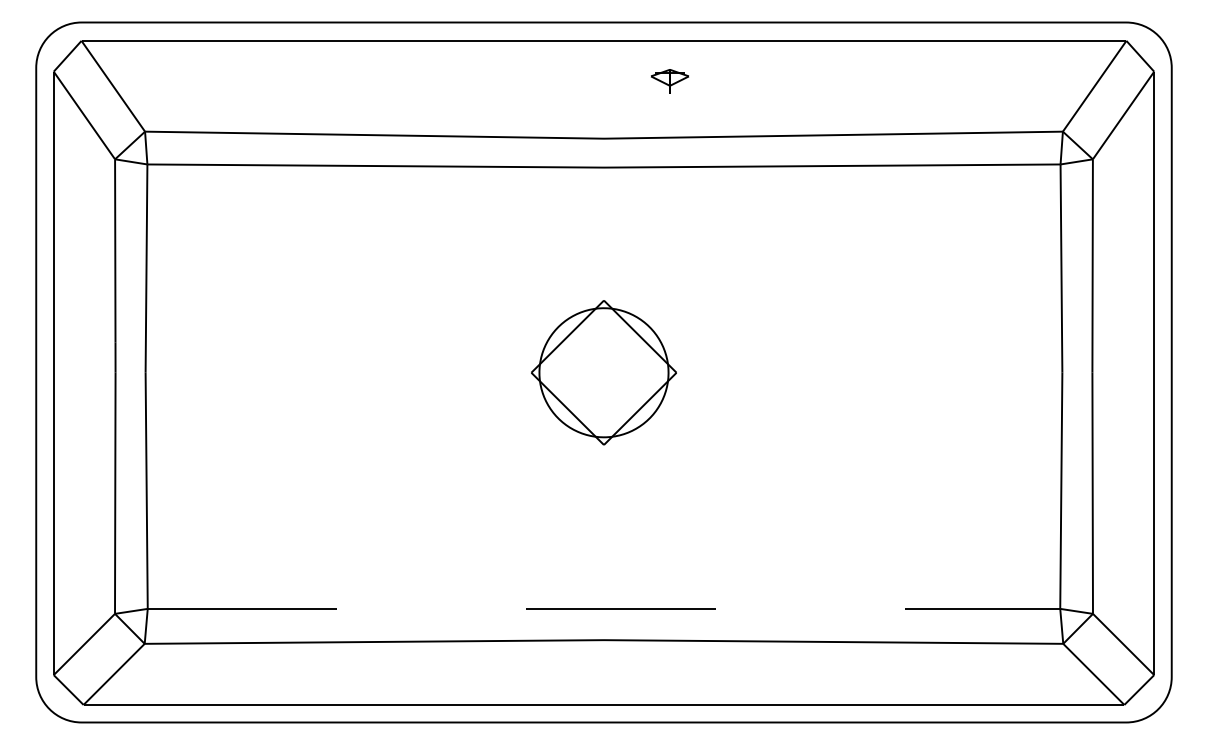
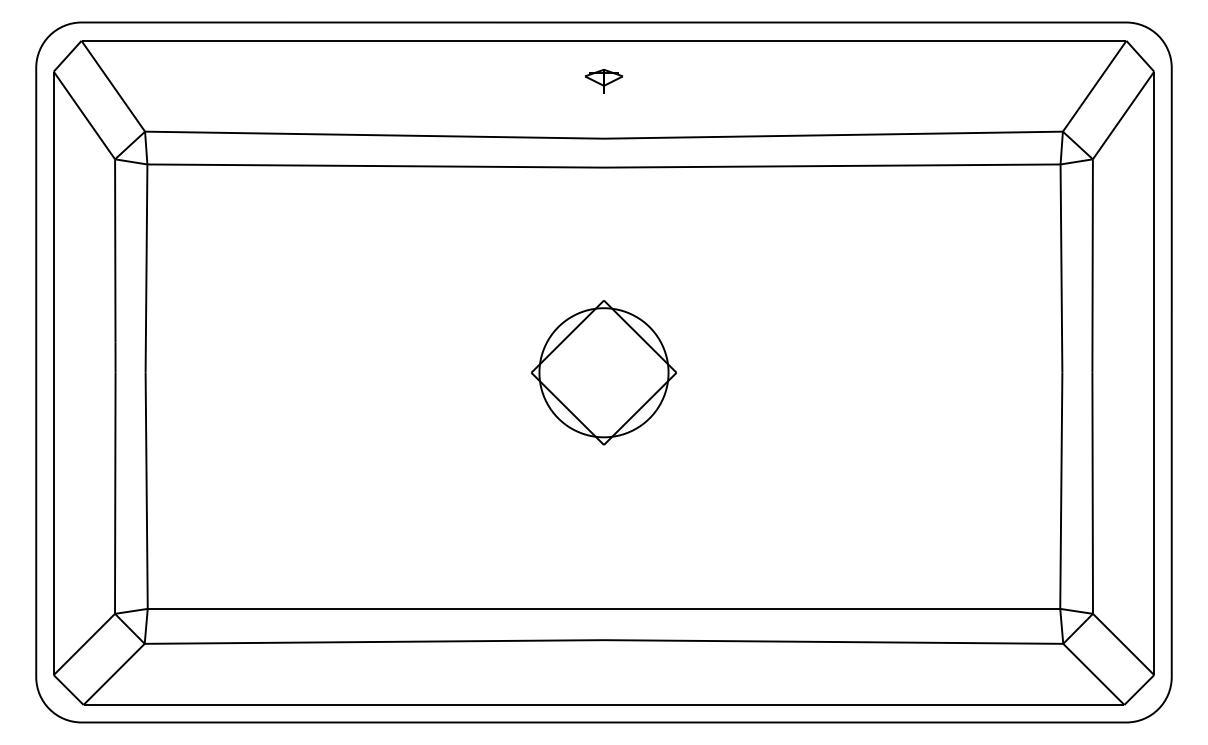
part at (669, 81) position: (669, 81) -> (603, 81)
line at (604, 608): dashed -> solid
